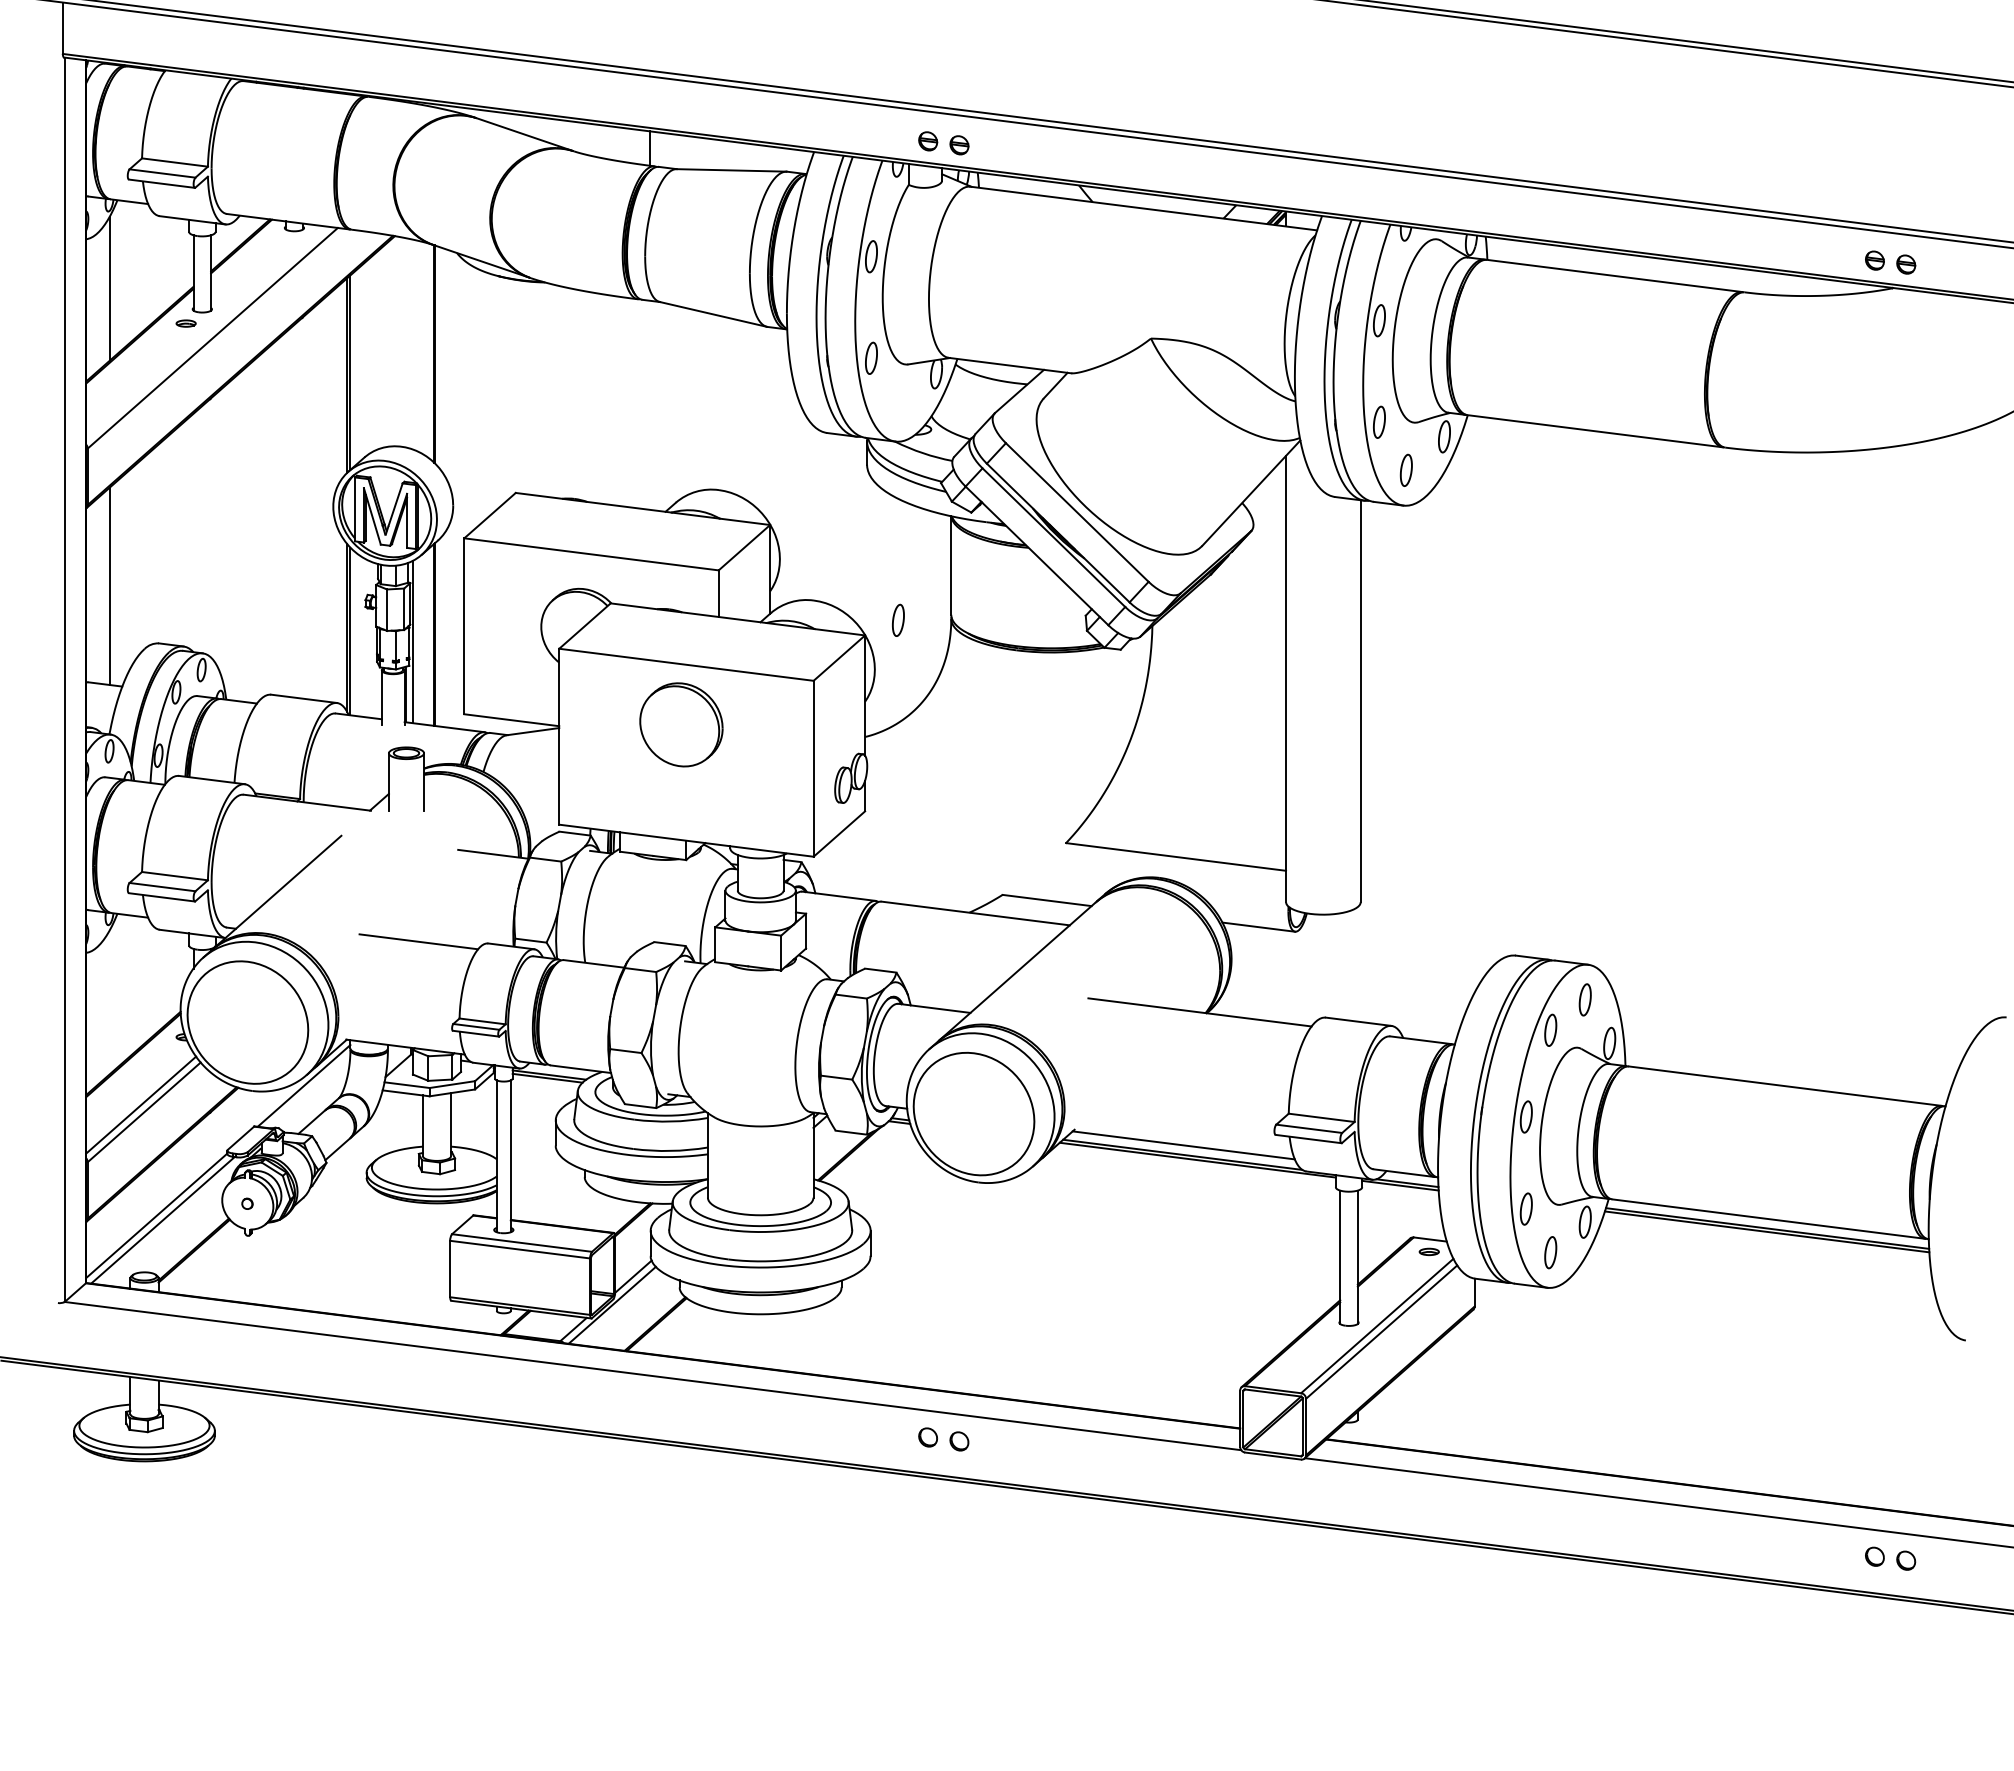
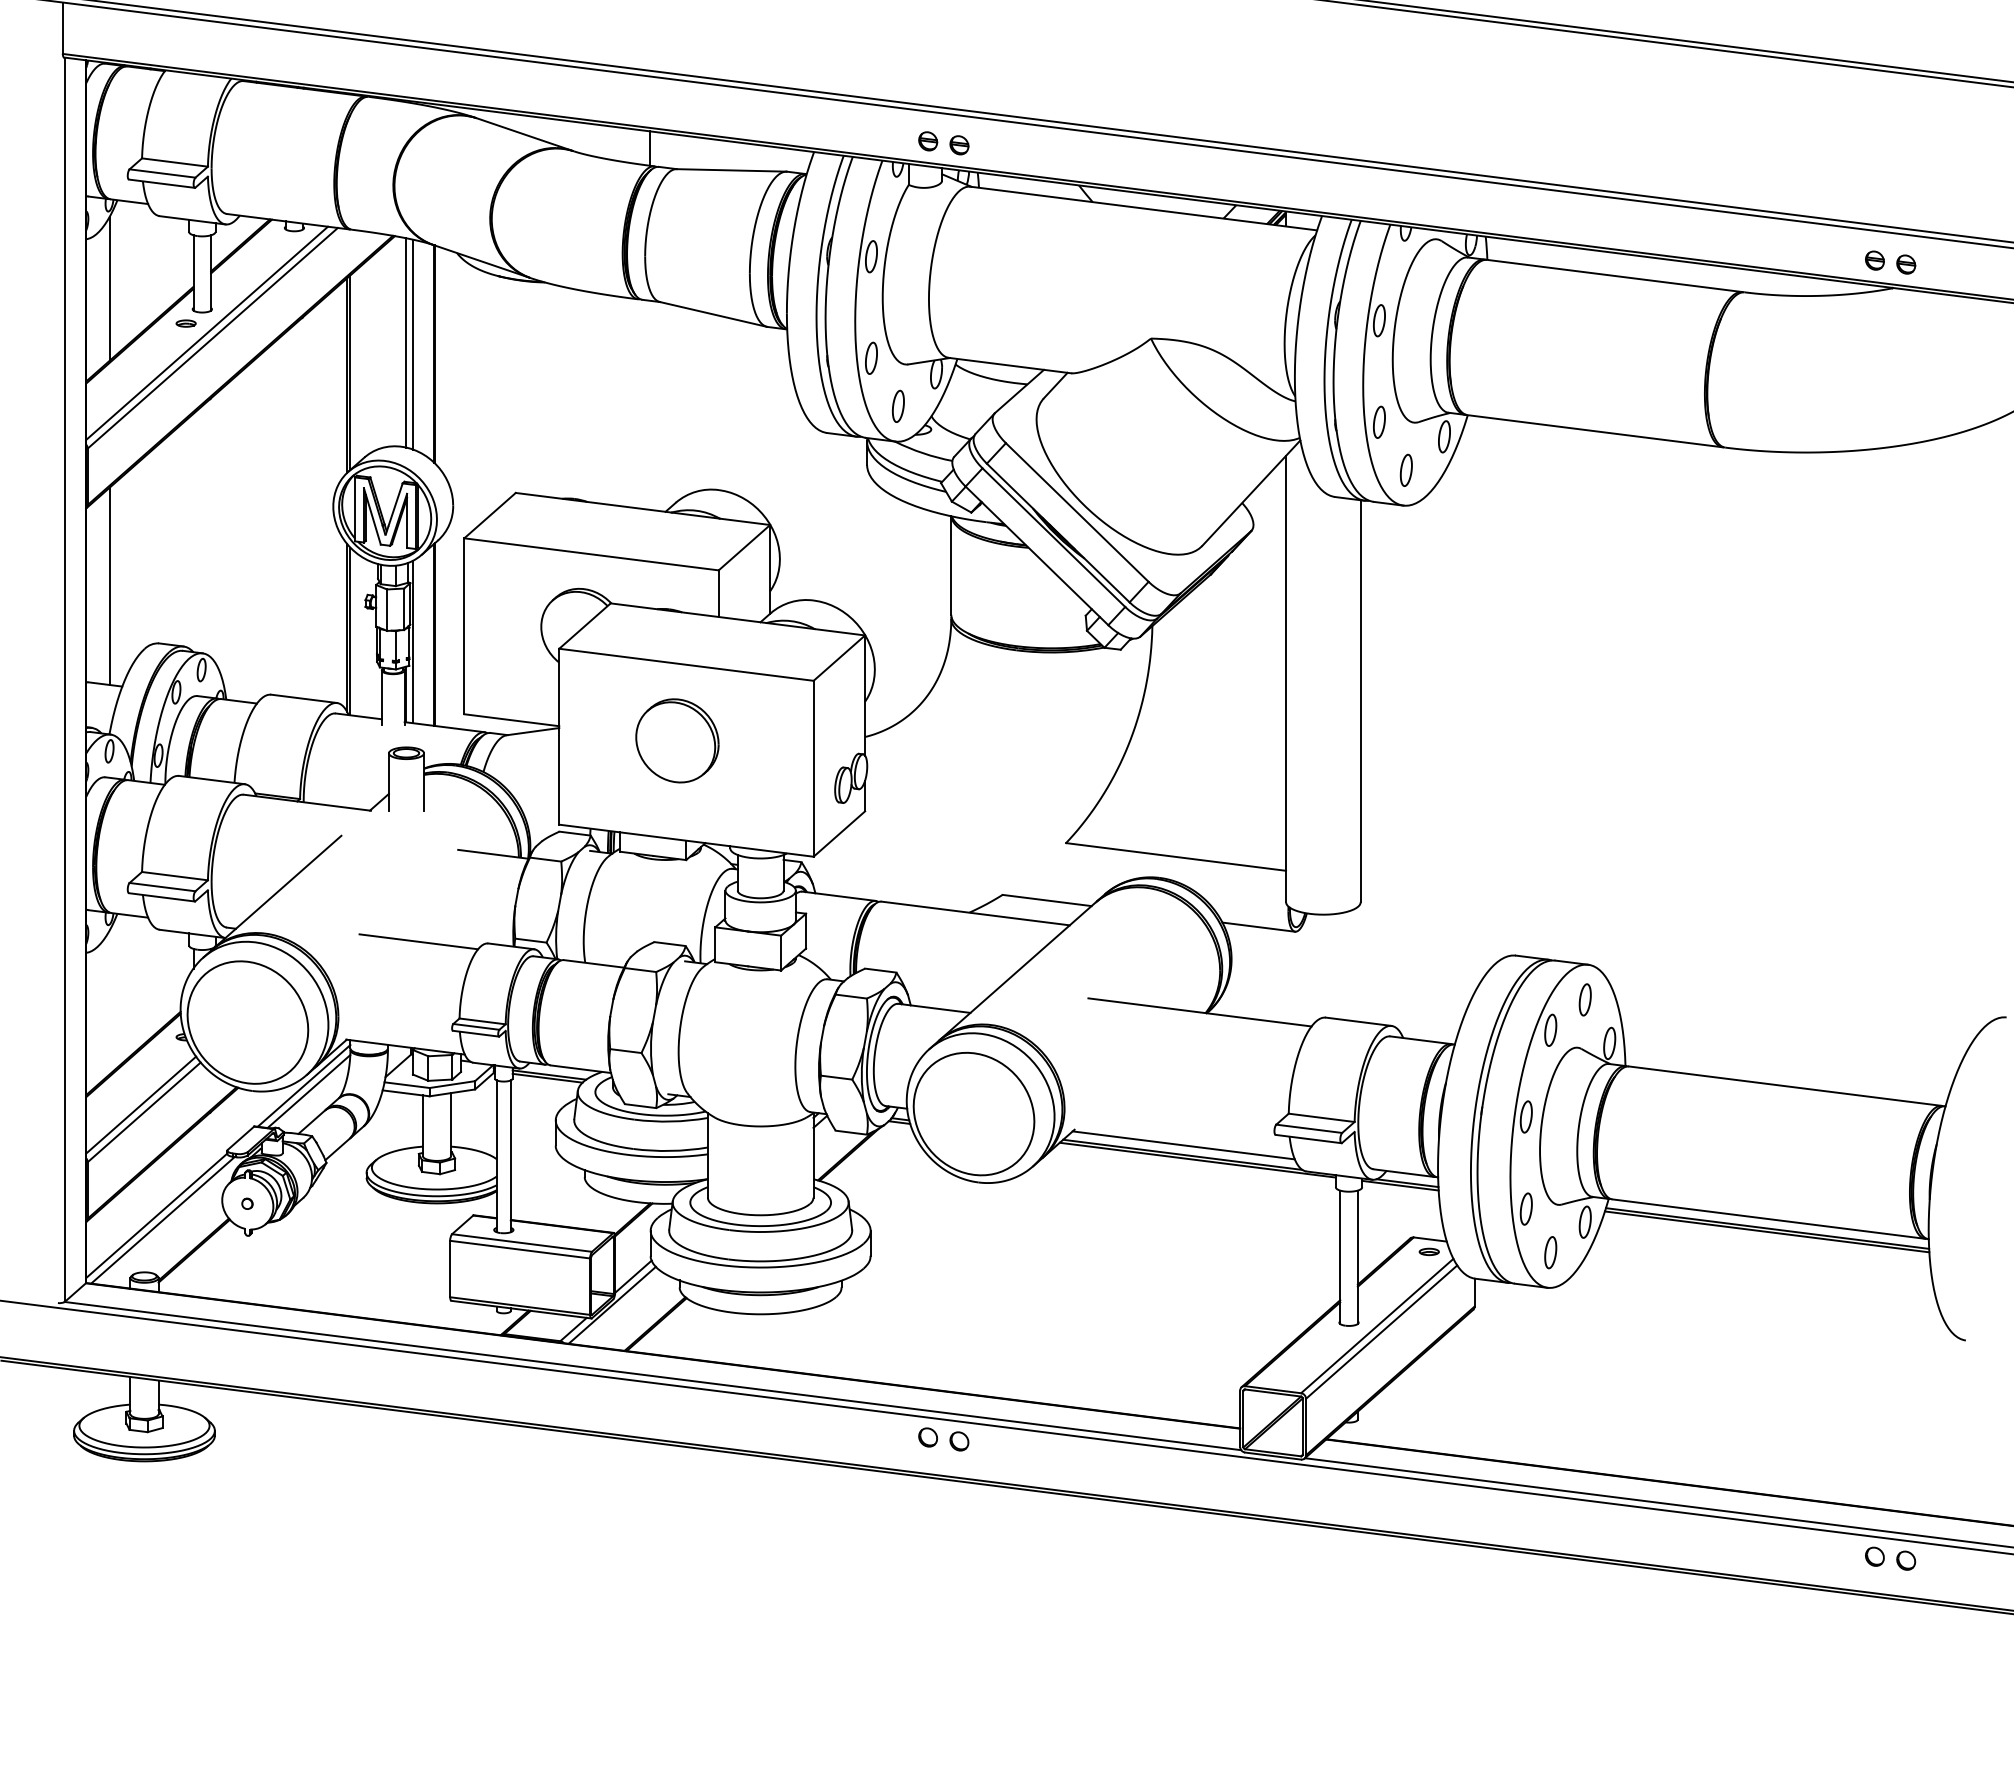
line at (207, 332): none -> present
line at (406, 342): none -> present
line at (413, 344): none -> present
part at (898, 619) position: (898, 619) -> (898, 405)
part at (681, 724) position: (681, 724) -> (677, 740)
line at (308, 1091): none -> present
line at (1006, 1427): none -> present
